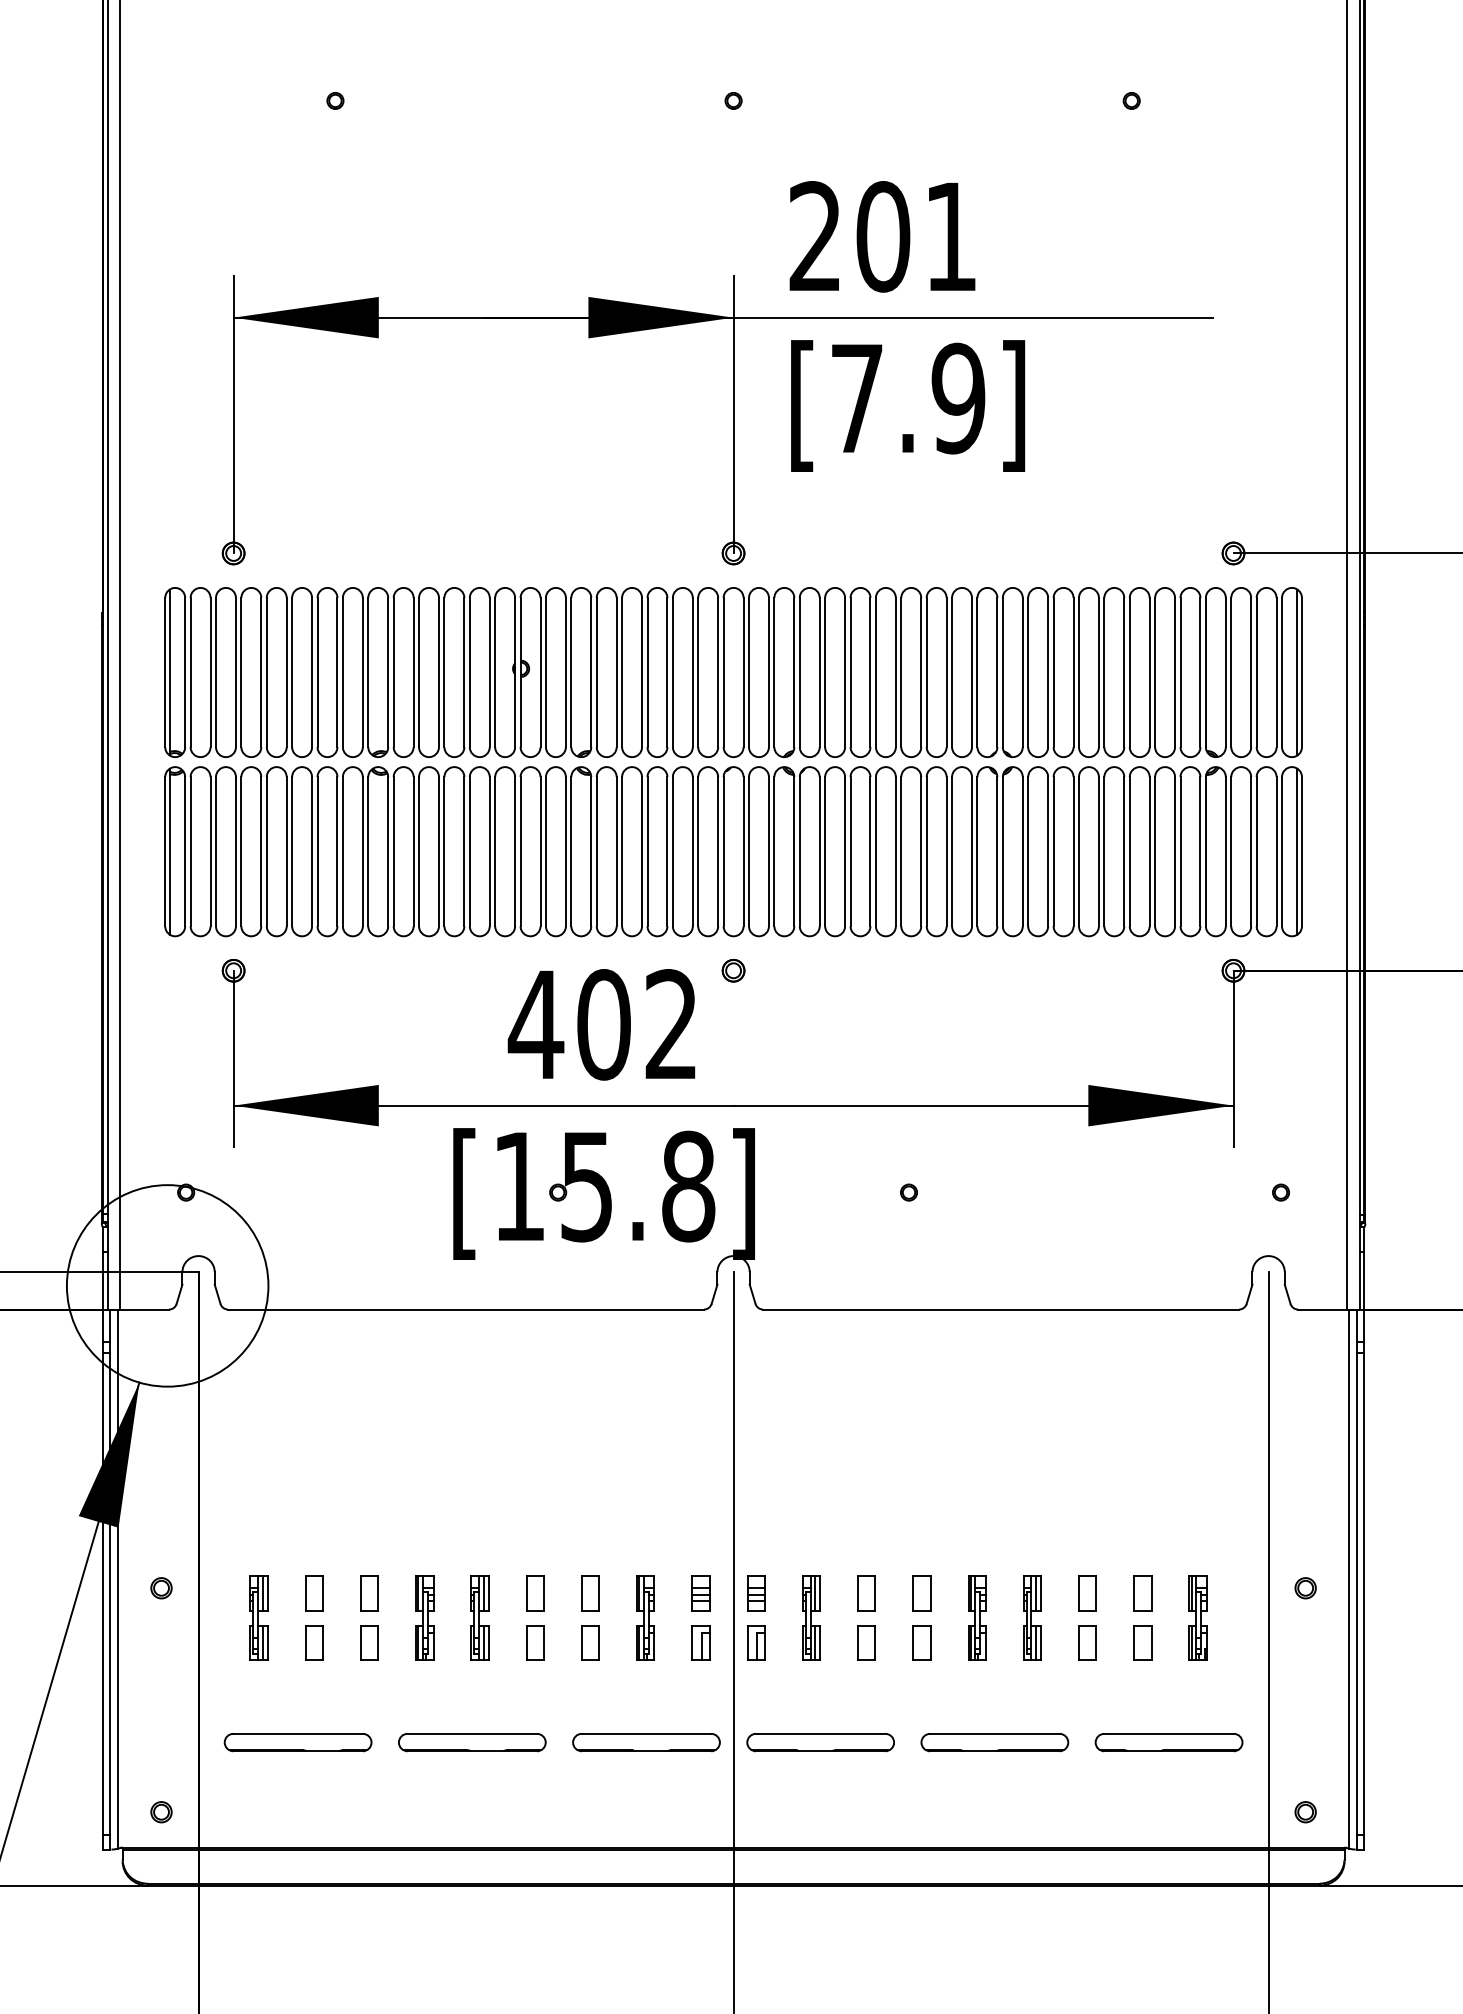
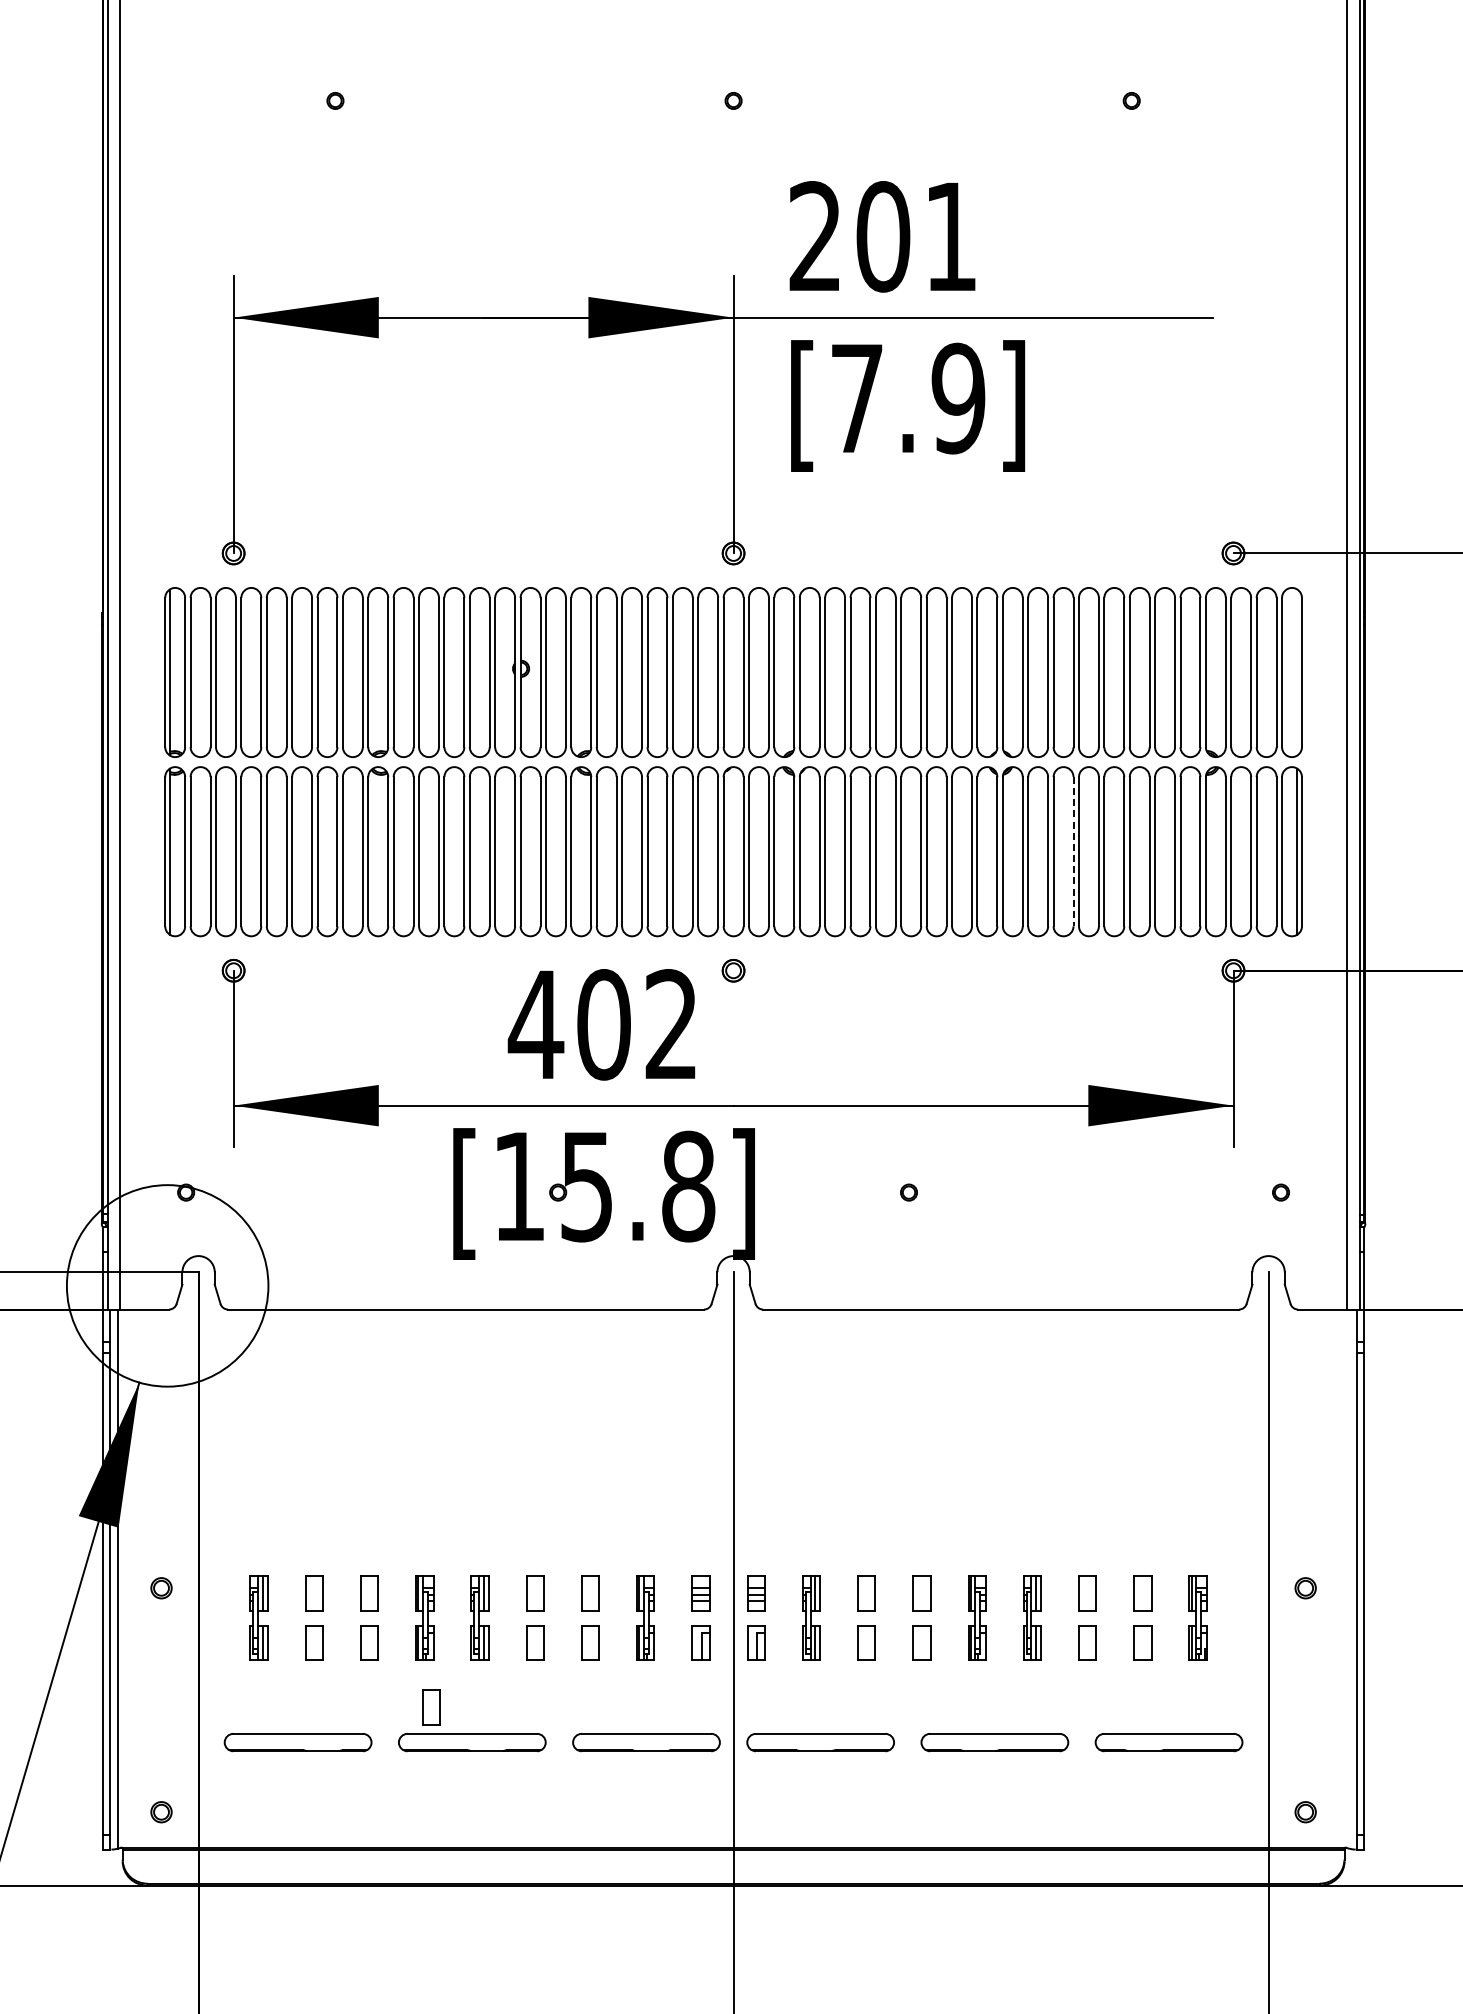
line at (1297, 672): present -> none
line at (1073, 851): solid -> dashed
line at (1349, 1578): present -> none
part at (431, 1707): none -> present
